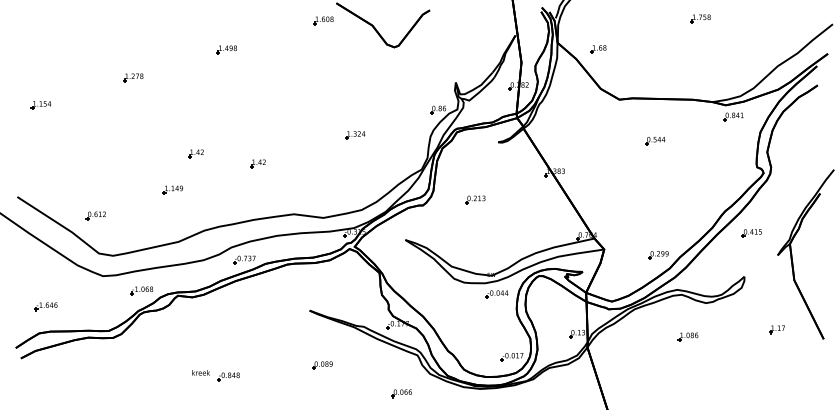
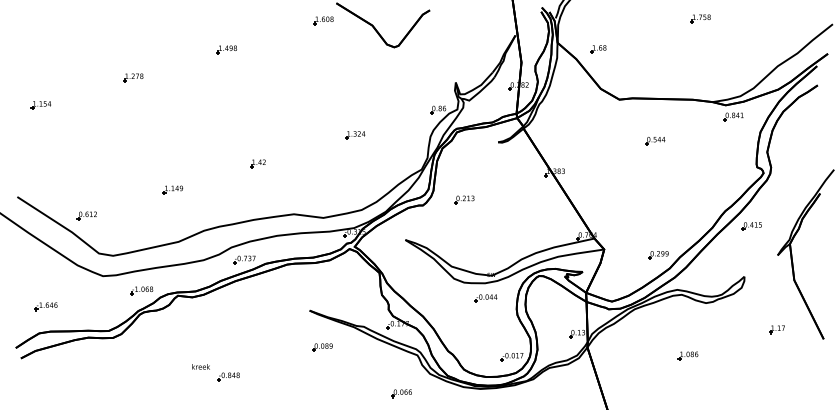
part at (195, 153): present -> none
part at (475, 199) position: (475, 199) -> (464, 199)
part at (95, 215) position: (95, 215) -> (86, 215)
part at (751, 233) position: (751, 233) -> (751, 226)
part at (496, 294) position: (496, 294) -> (485, 298)
part at (687, 336) position: (687, 336) -> (687, 355)
part at (322, 365) position: (322, 365) -> (322, 347)
text at (200, 372) position: (200, 372) -> (200, 366)
